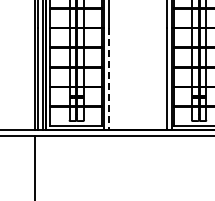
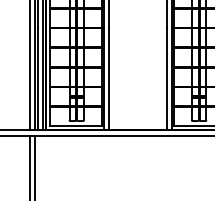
line at (29, 66): none -> present
line at (109, 78): dashed -> solid
line at (29, 166): none -> present
